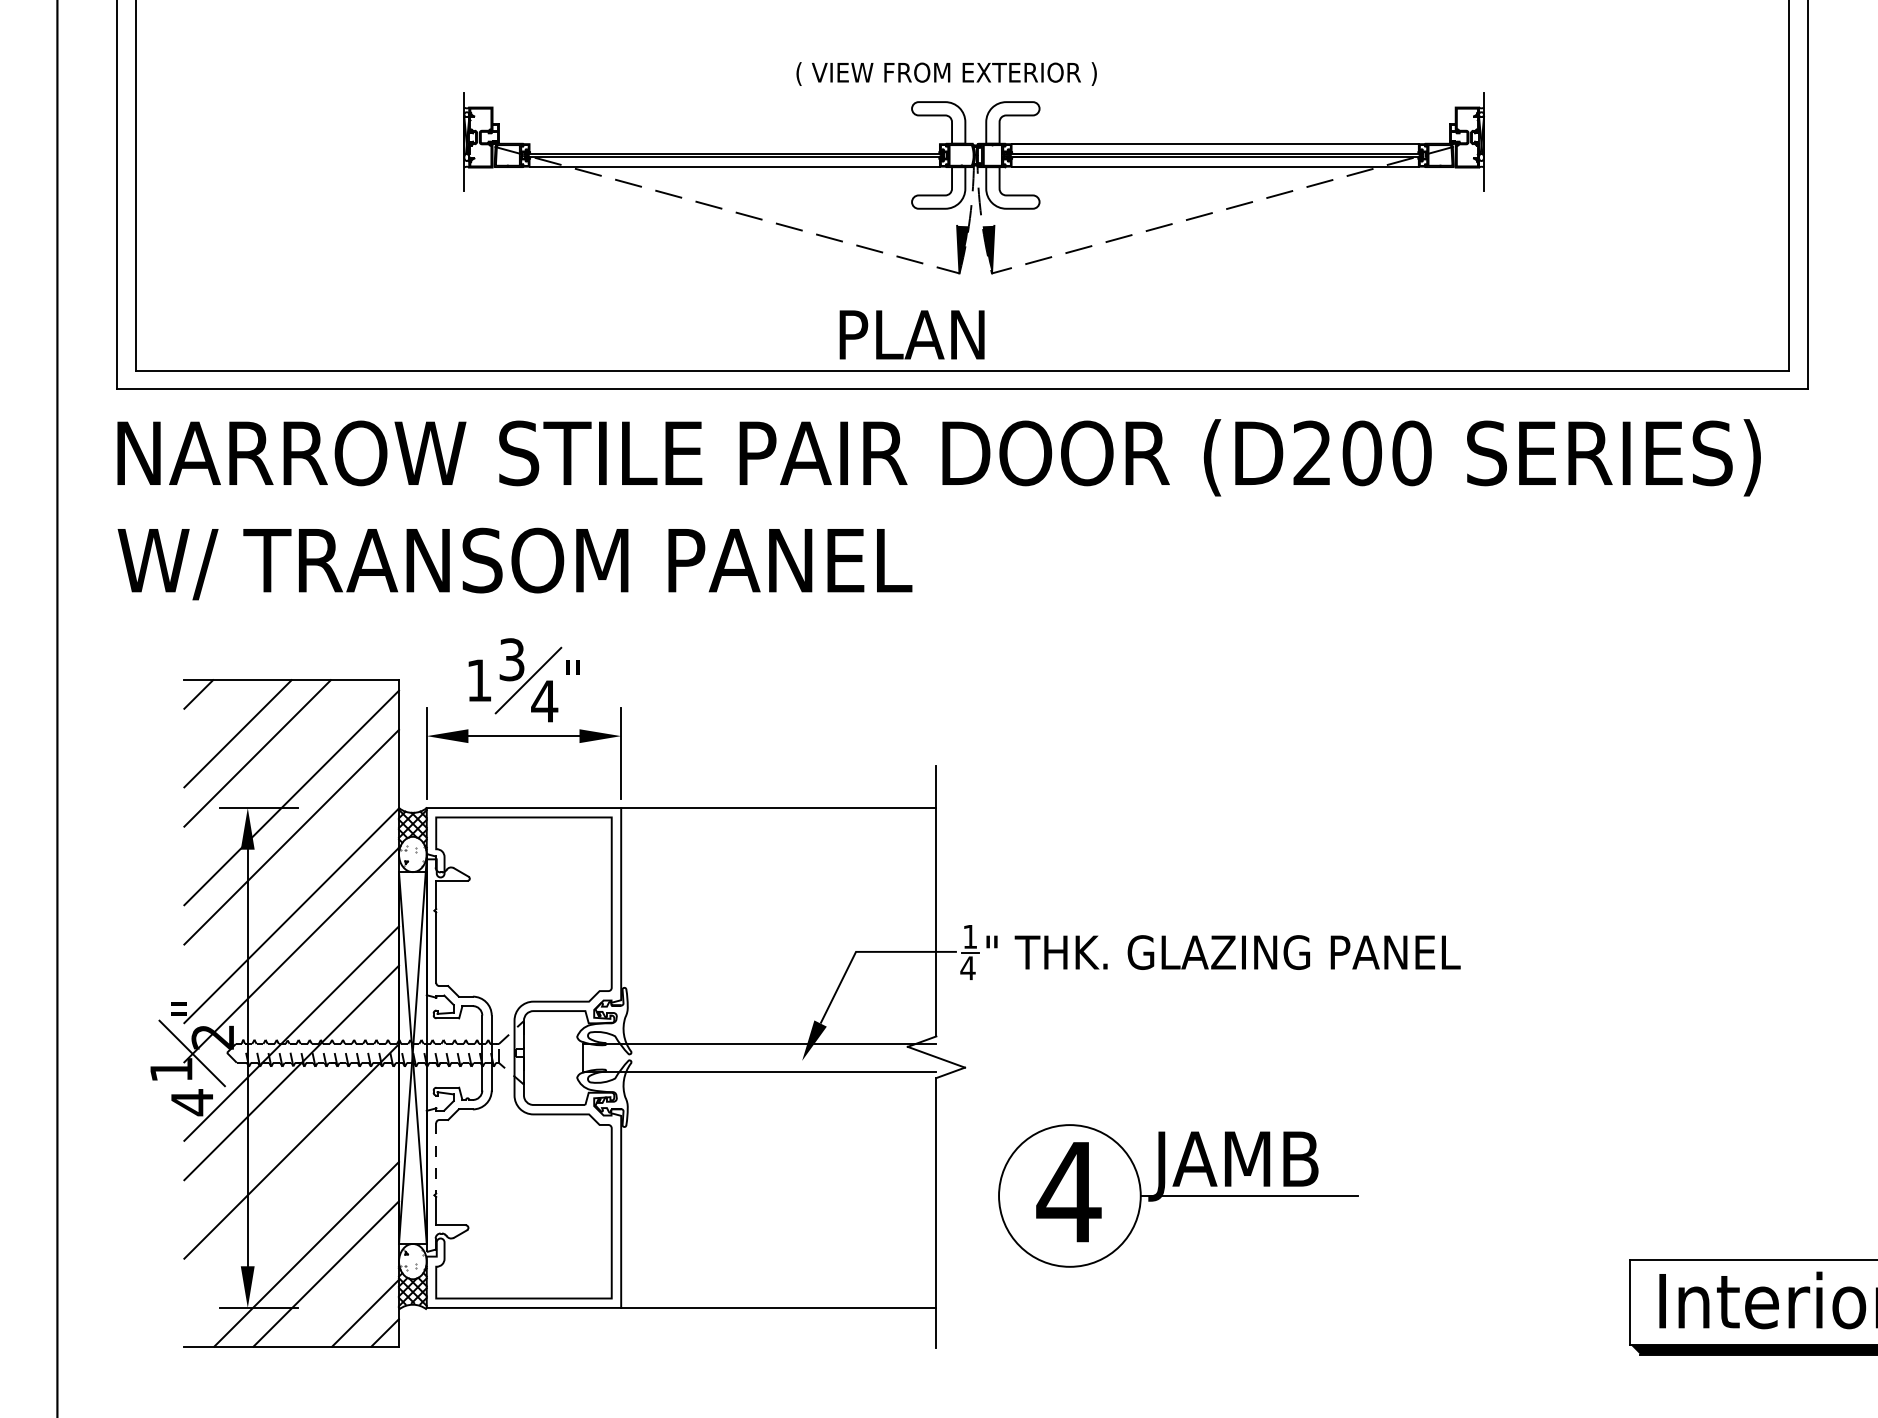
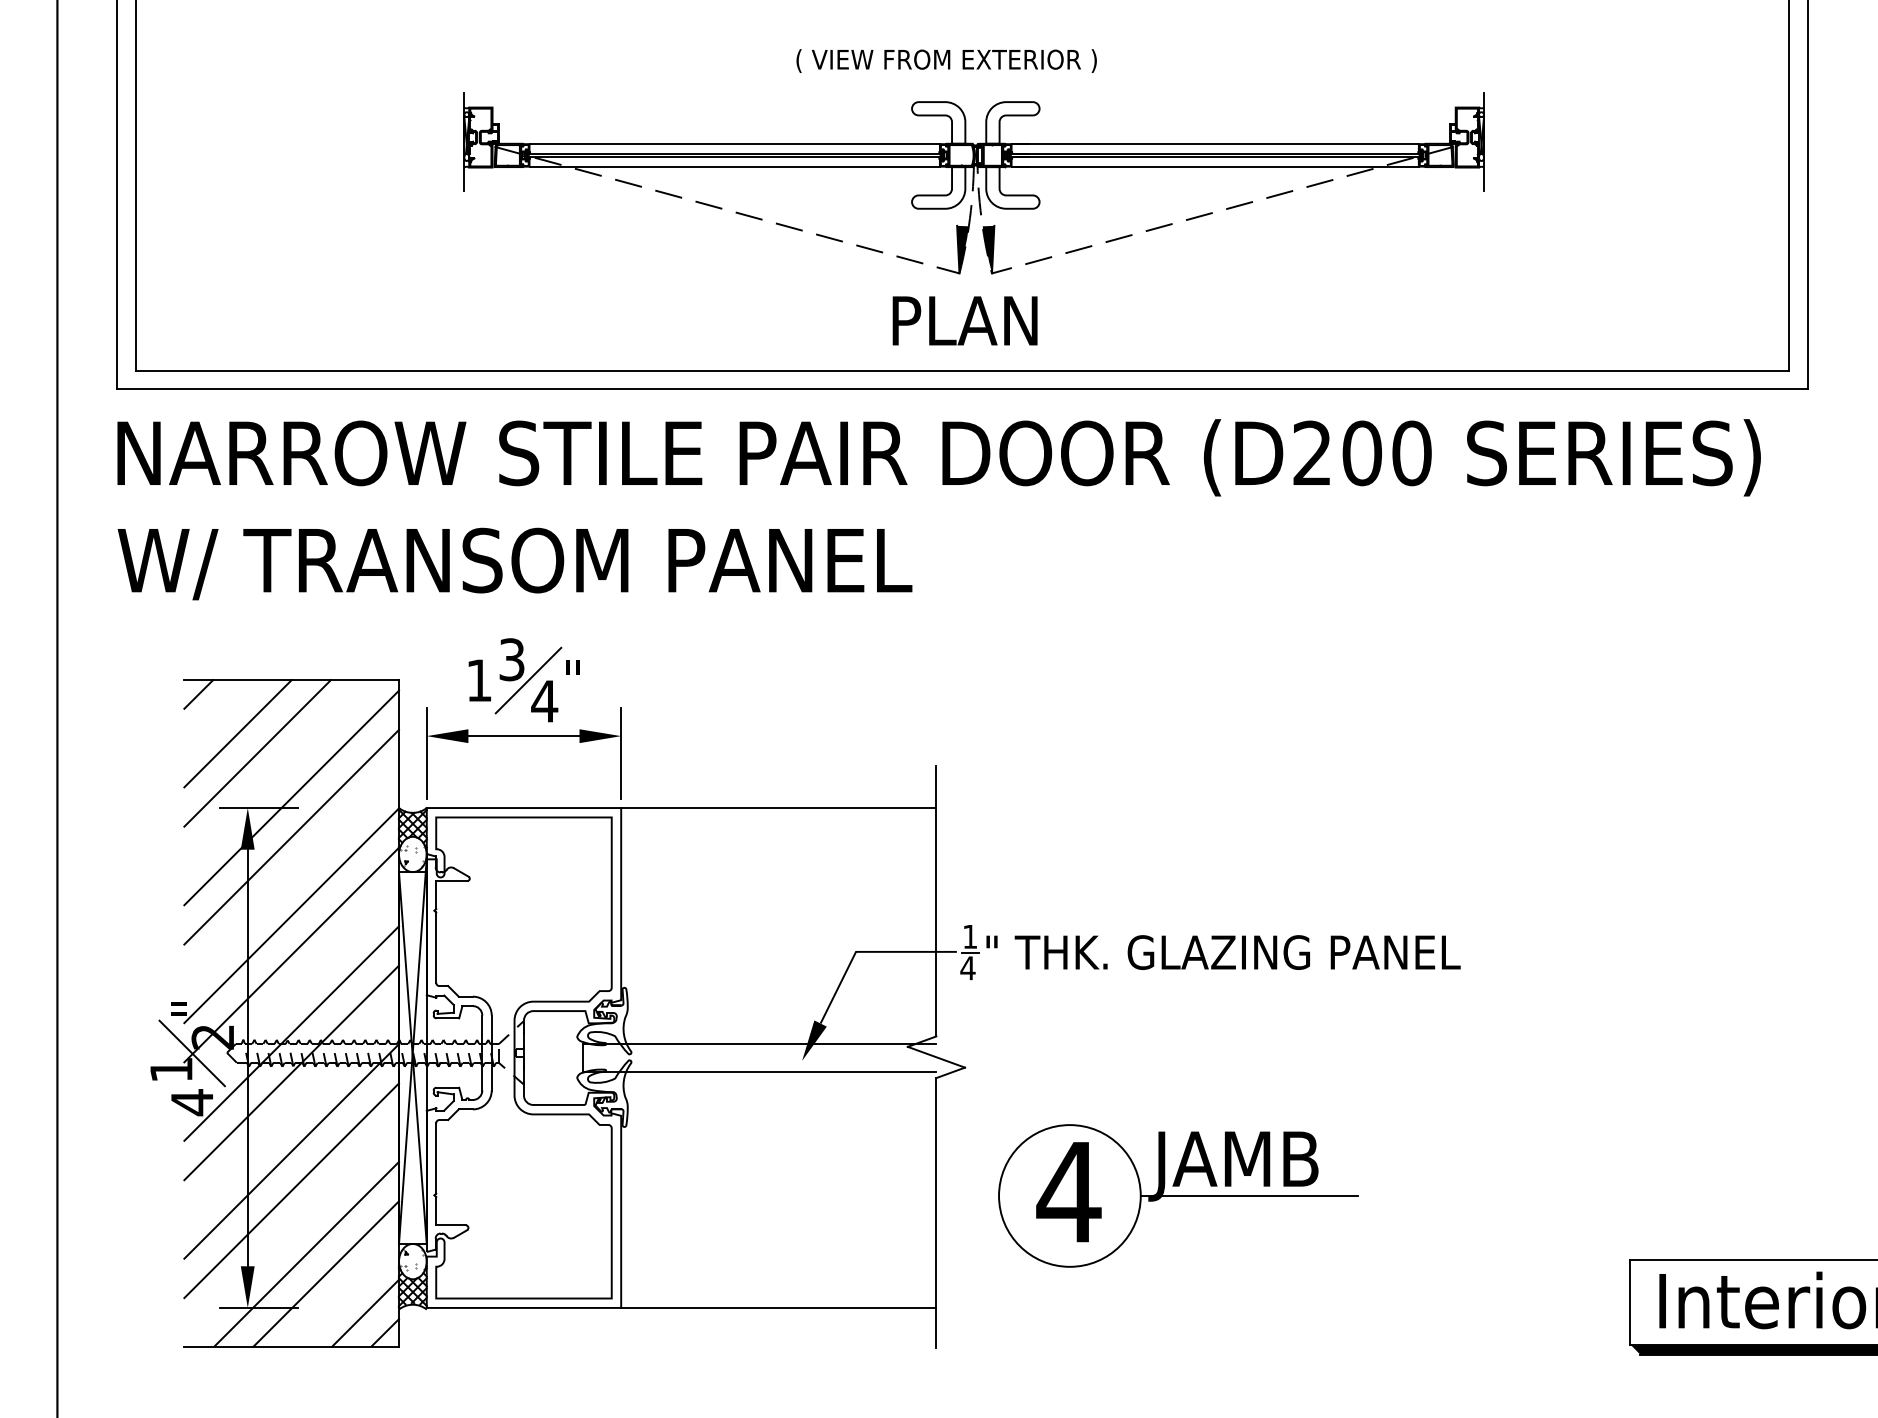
text at (946, 73) position: (946, 73) -> (946, 60)
line at (734, 144): none -> present
text at (911, 334) position: (911, 334) -> (964, 320)
line at (436, 1158): dashed -> solid
line at (291, 1190): none -> present
